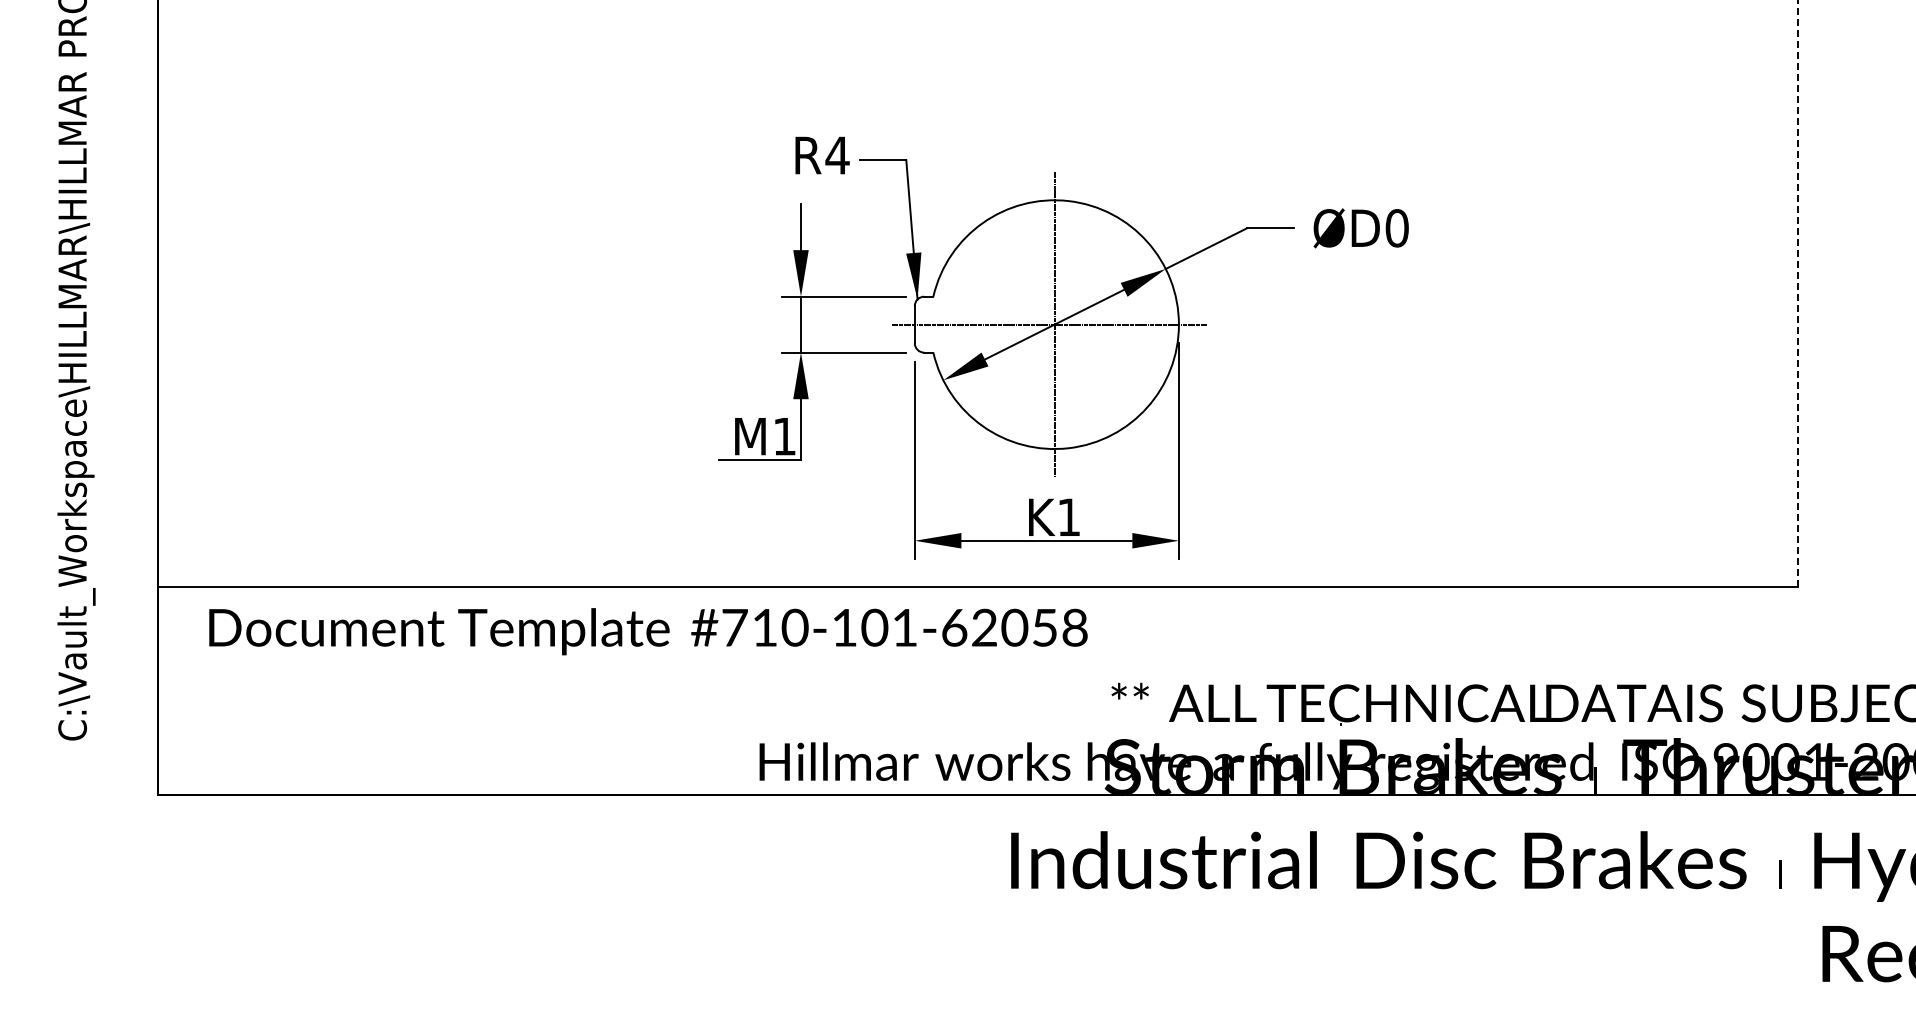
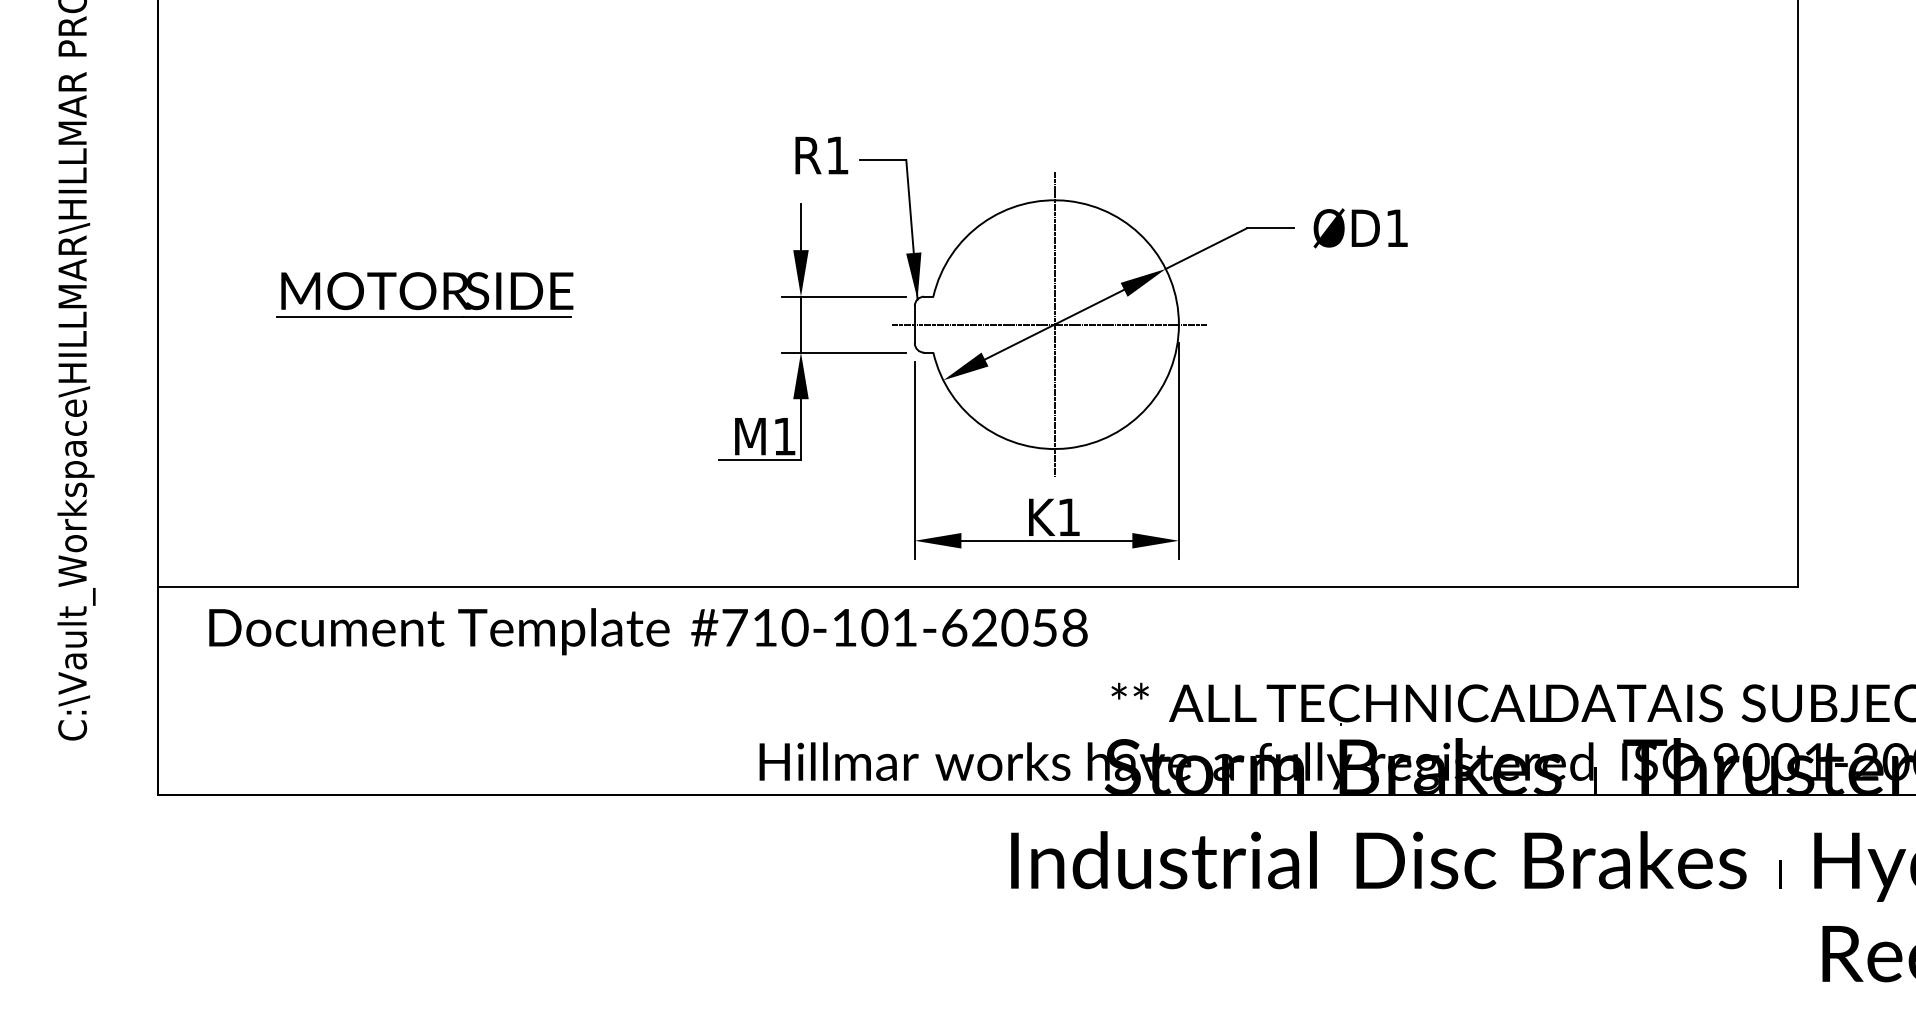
text at (837, 155): R4 -> R1
text at (1396, 228): ØD0 -> ØD1
line at (1798, 293): dashed -> solid
part at (424, 294): none -> present
